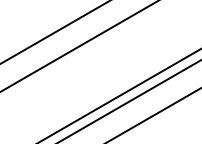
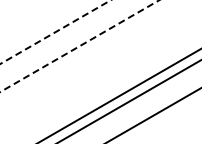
line at (55, 32): solid -> dashed
line at (79, 46): solid -> dashed
